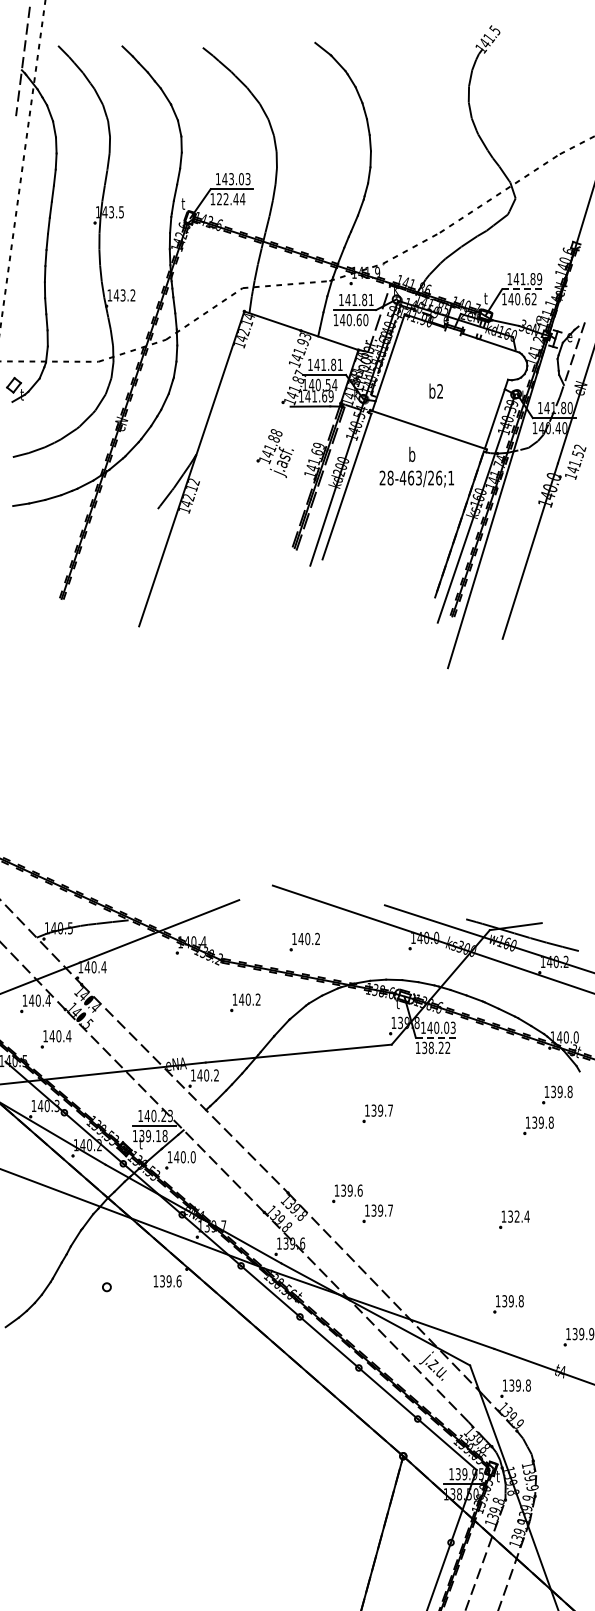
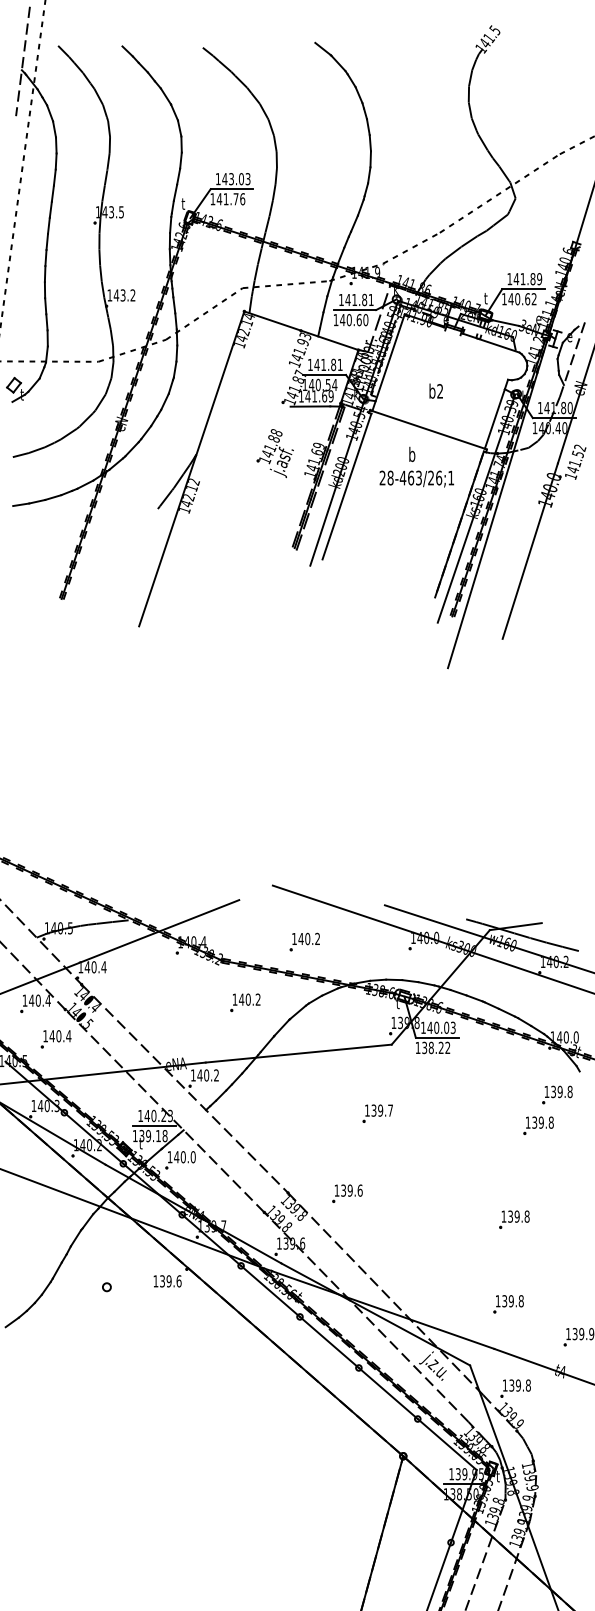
text at (230, 199): 122.44 -> 141.76
line at (523, 289): dashed -> solid
line at (437, 1037): dashed -> solid
part at (377, 1213): present -> none
text at (521, 1216): 132.4 -> 139.8
